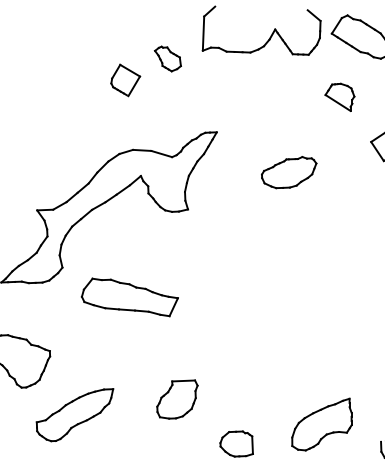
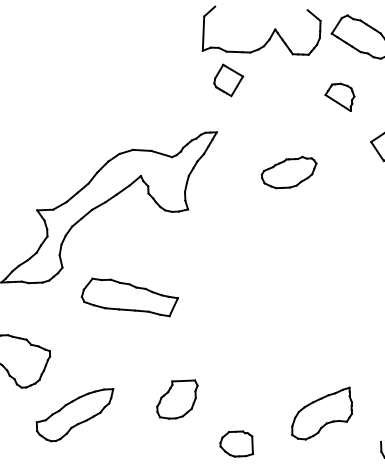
part at (167, 58): present -> none
part at (125, 80) position: (125, 80) -> (228, 80)
part at (321, 424) position: (321, 424) -> (321, 413)
